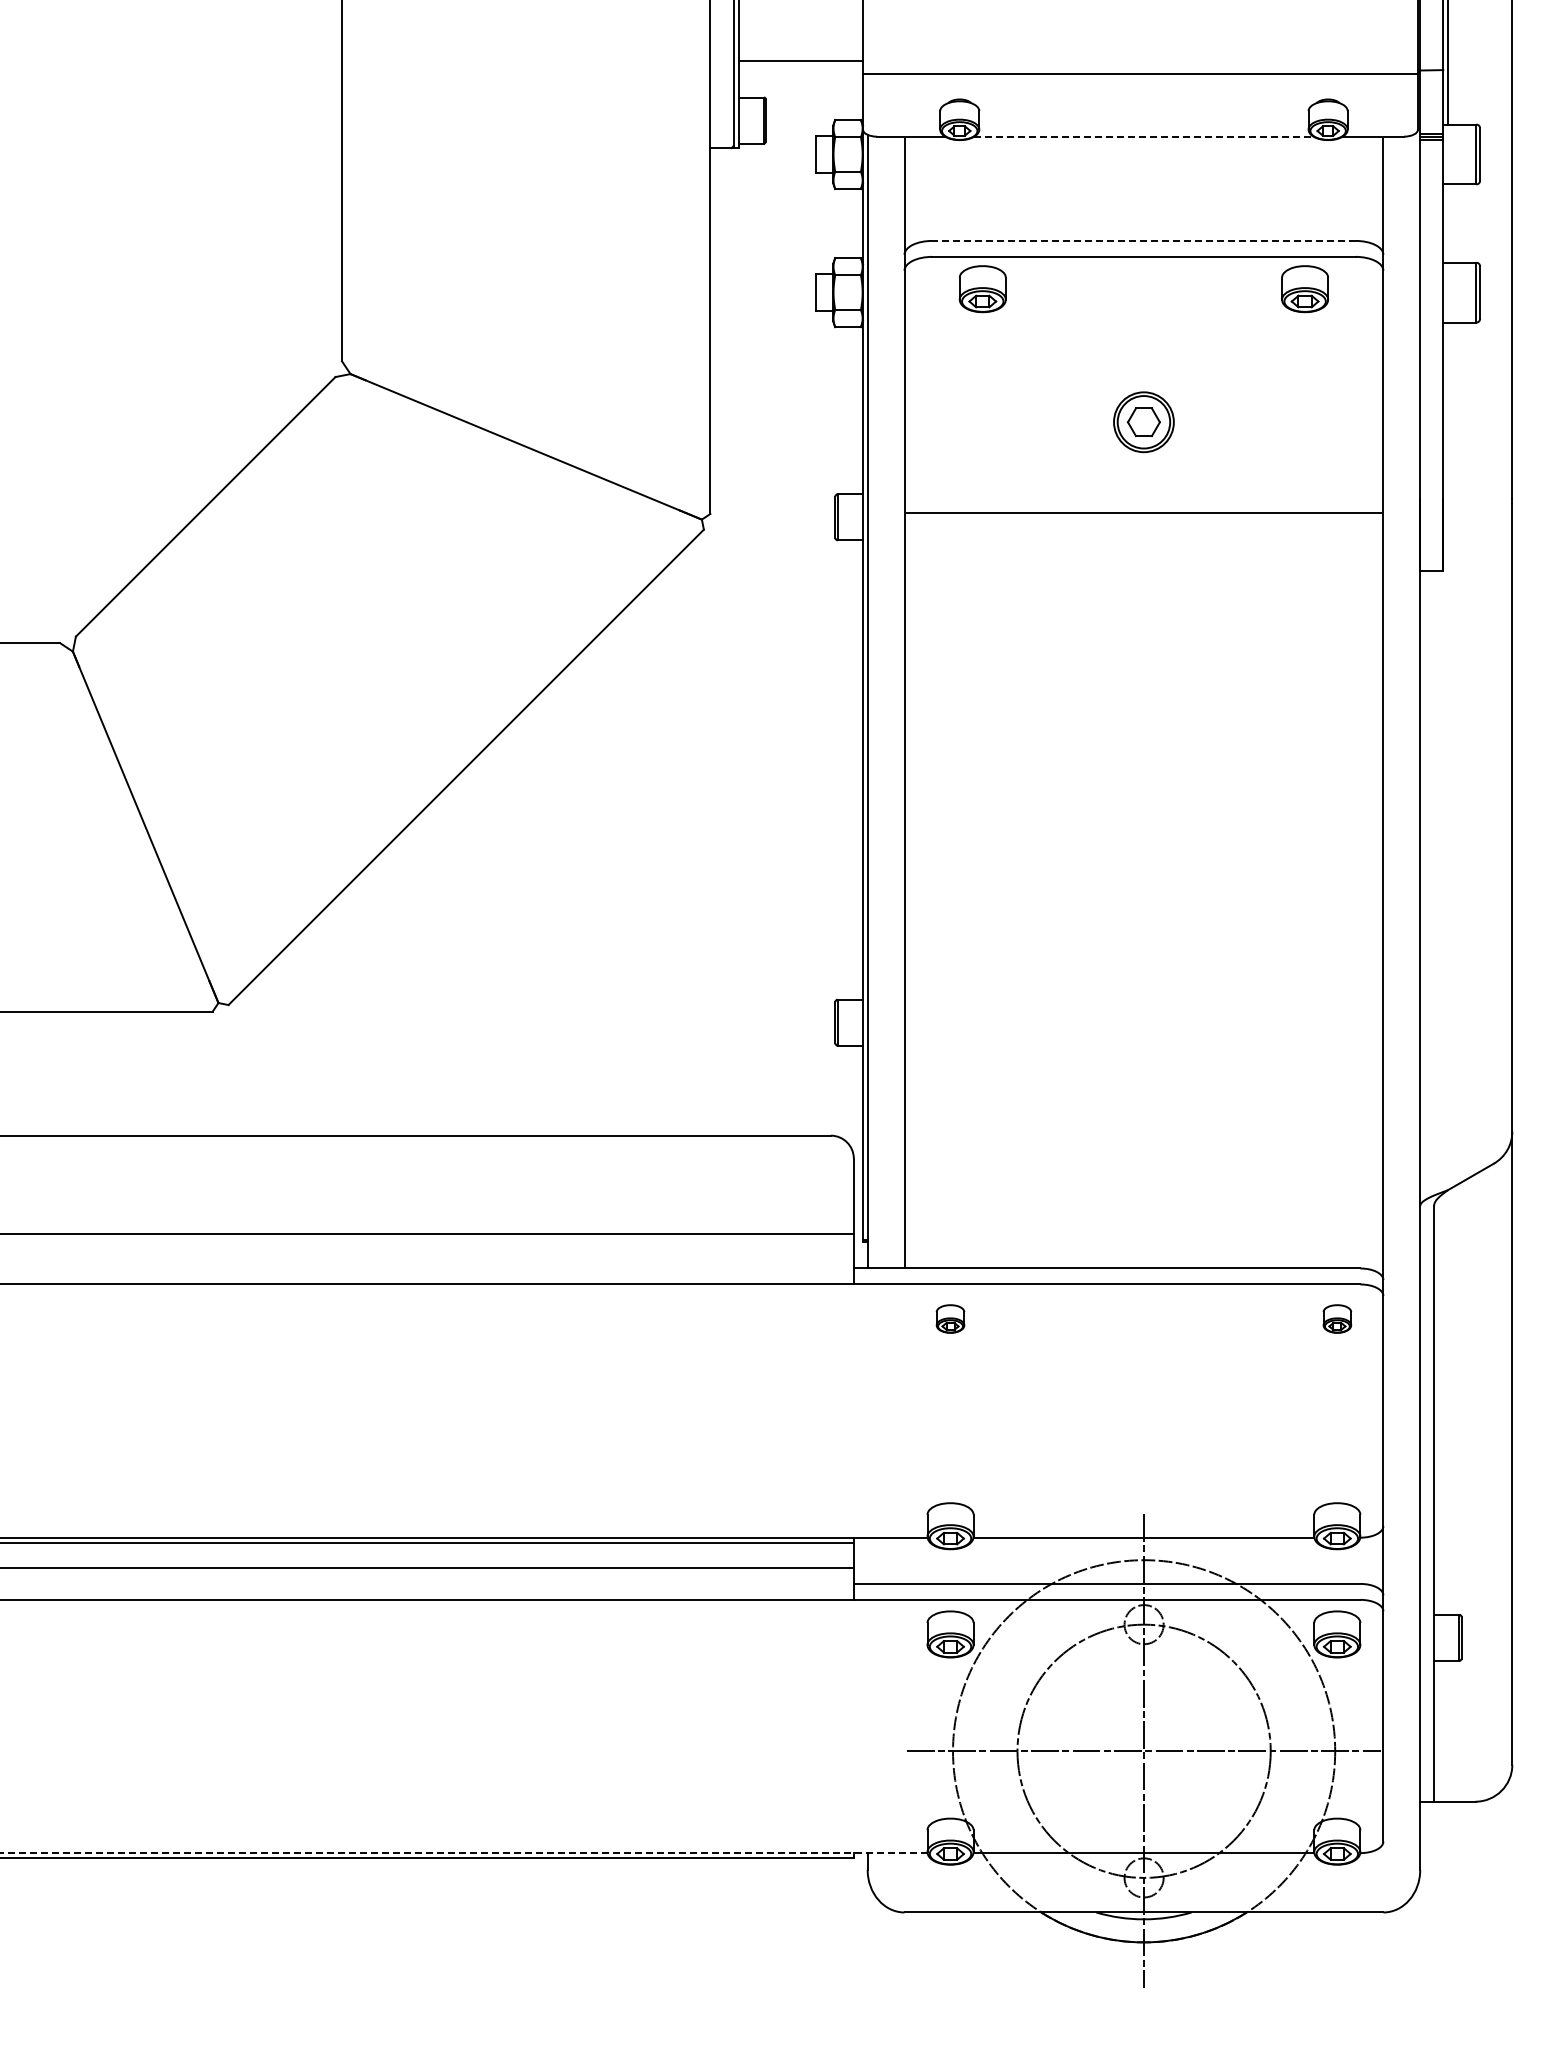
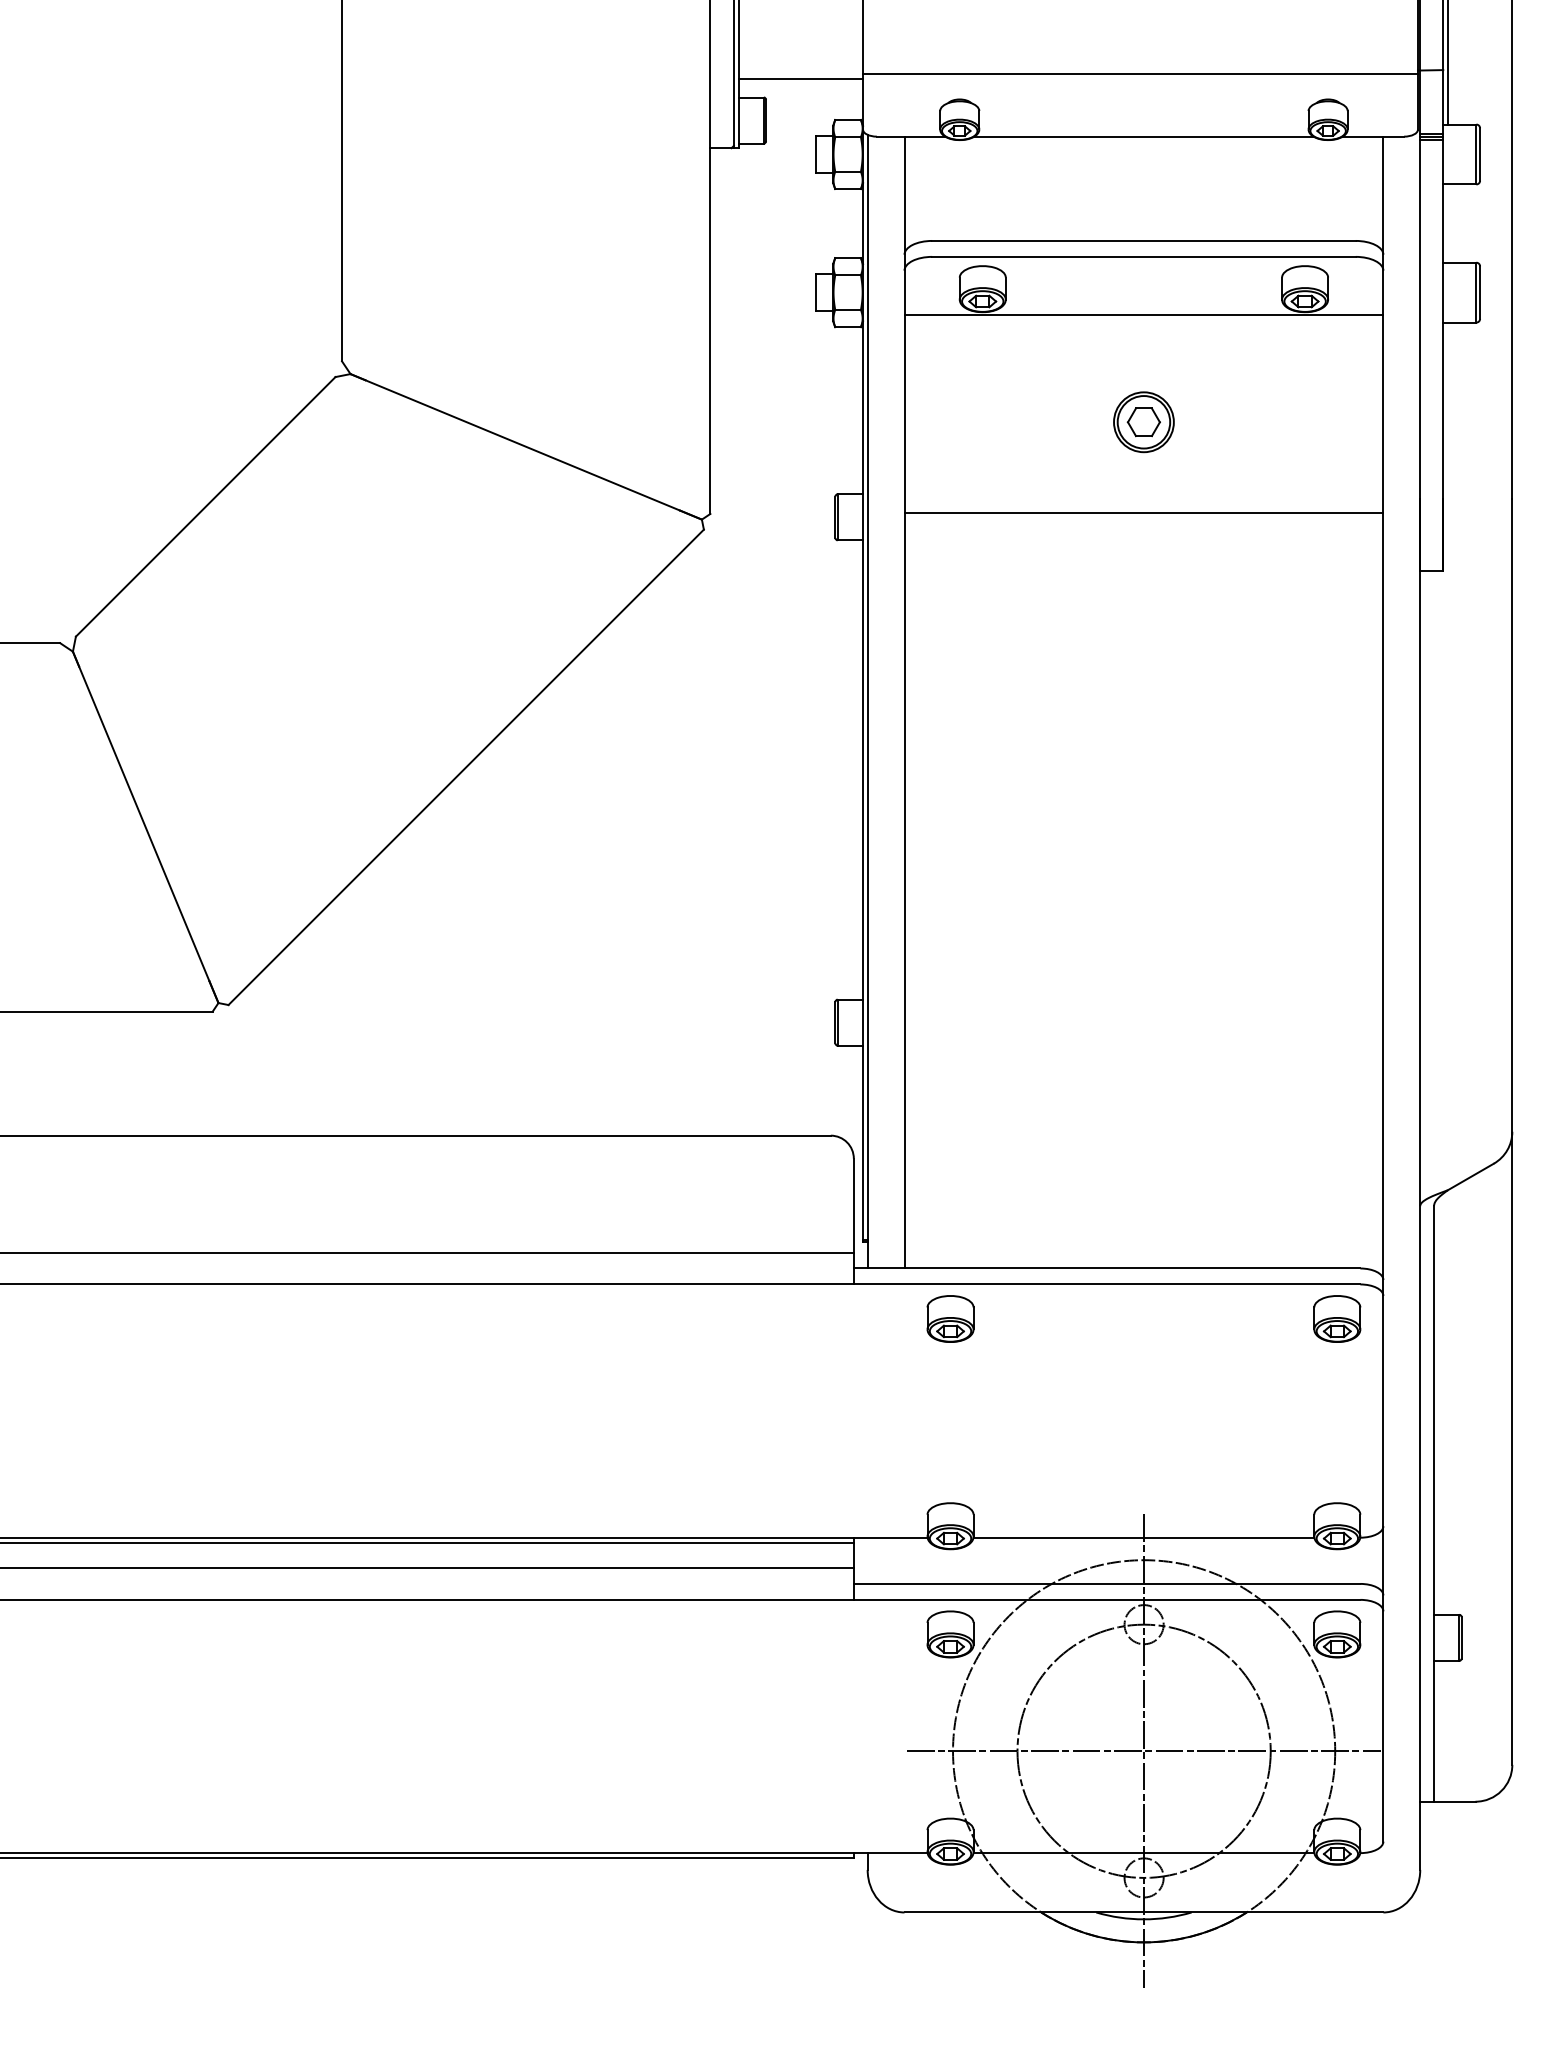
line at (800, 61) position: (800, 61) -> (800, 79)
line at (1143, 136): dashed -> solid
line at (1143, 240): dashed -> solid
line at (1143, 315): none -> present
line at (427, 1233) position: (427, 1233) -> (427, 1252)
part at (950, 1318) size: 31x30 px -> 49x48 px
part at (1337, 1318) size: 31x30 px -> 49x48 px
line at (463, 1853): dashed -> solid
